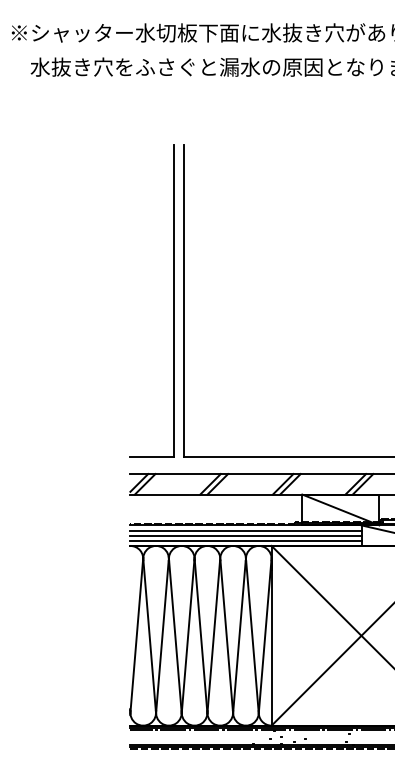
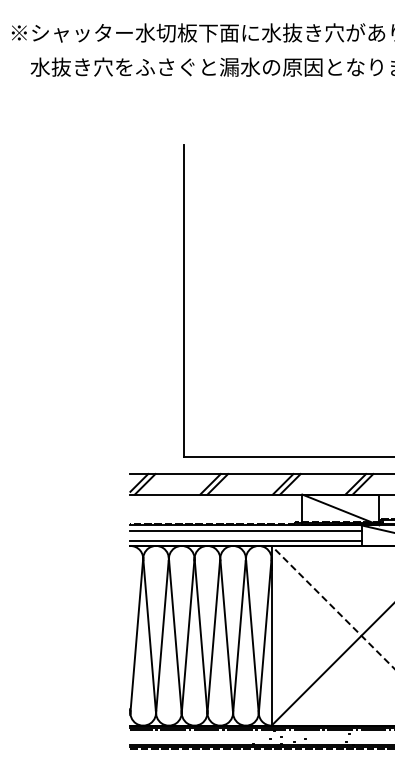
part at (173, 300): present -> none
line at (245, 535): present -> none
line at (332, 607): solid -> dashed
